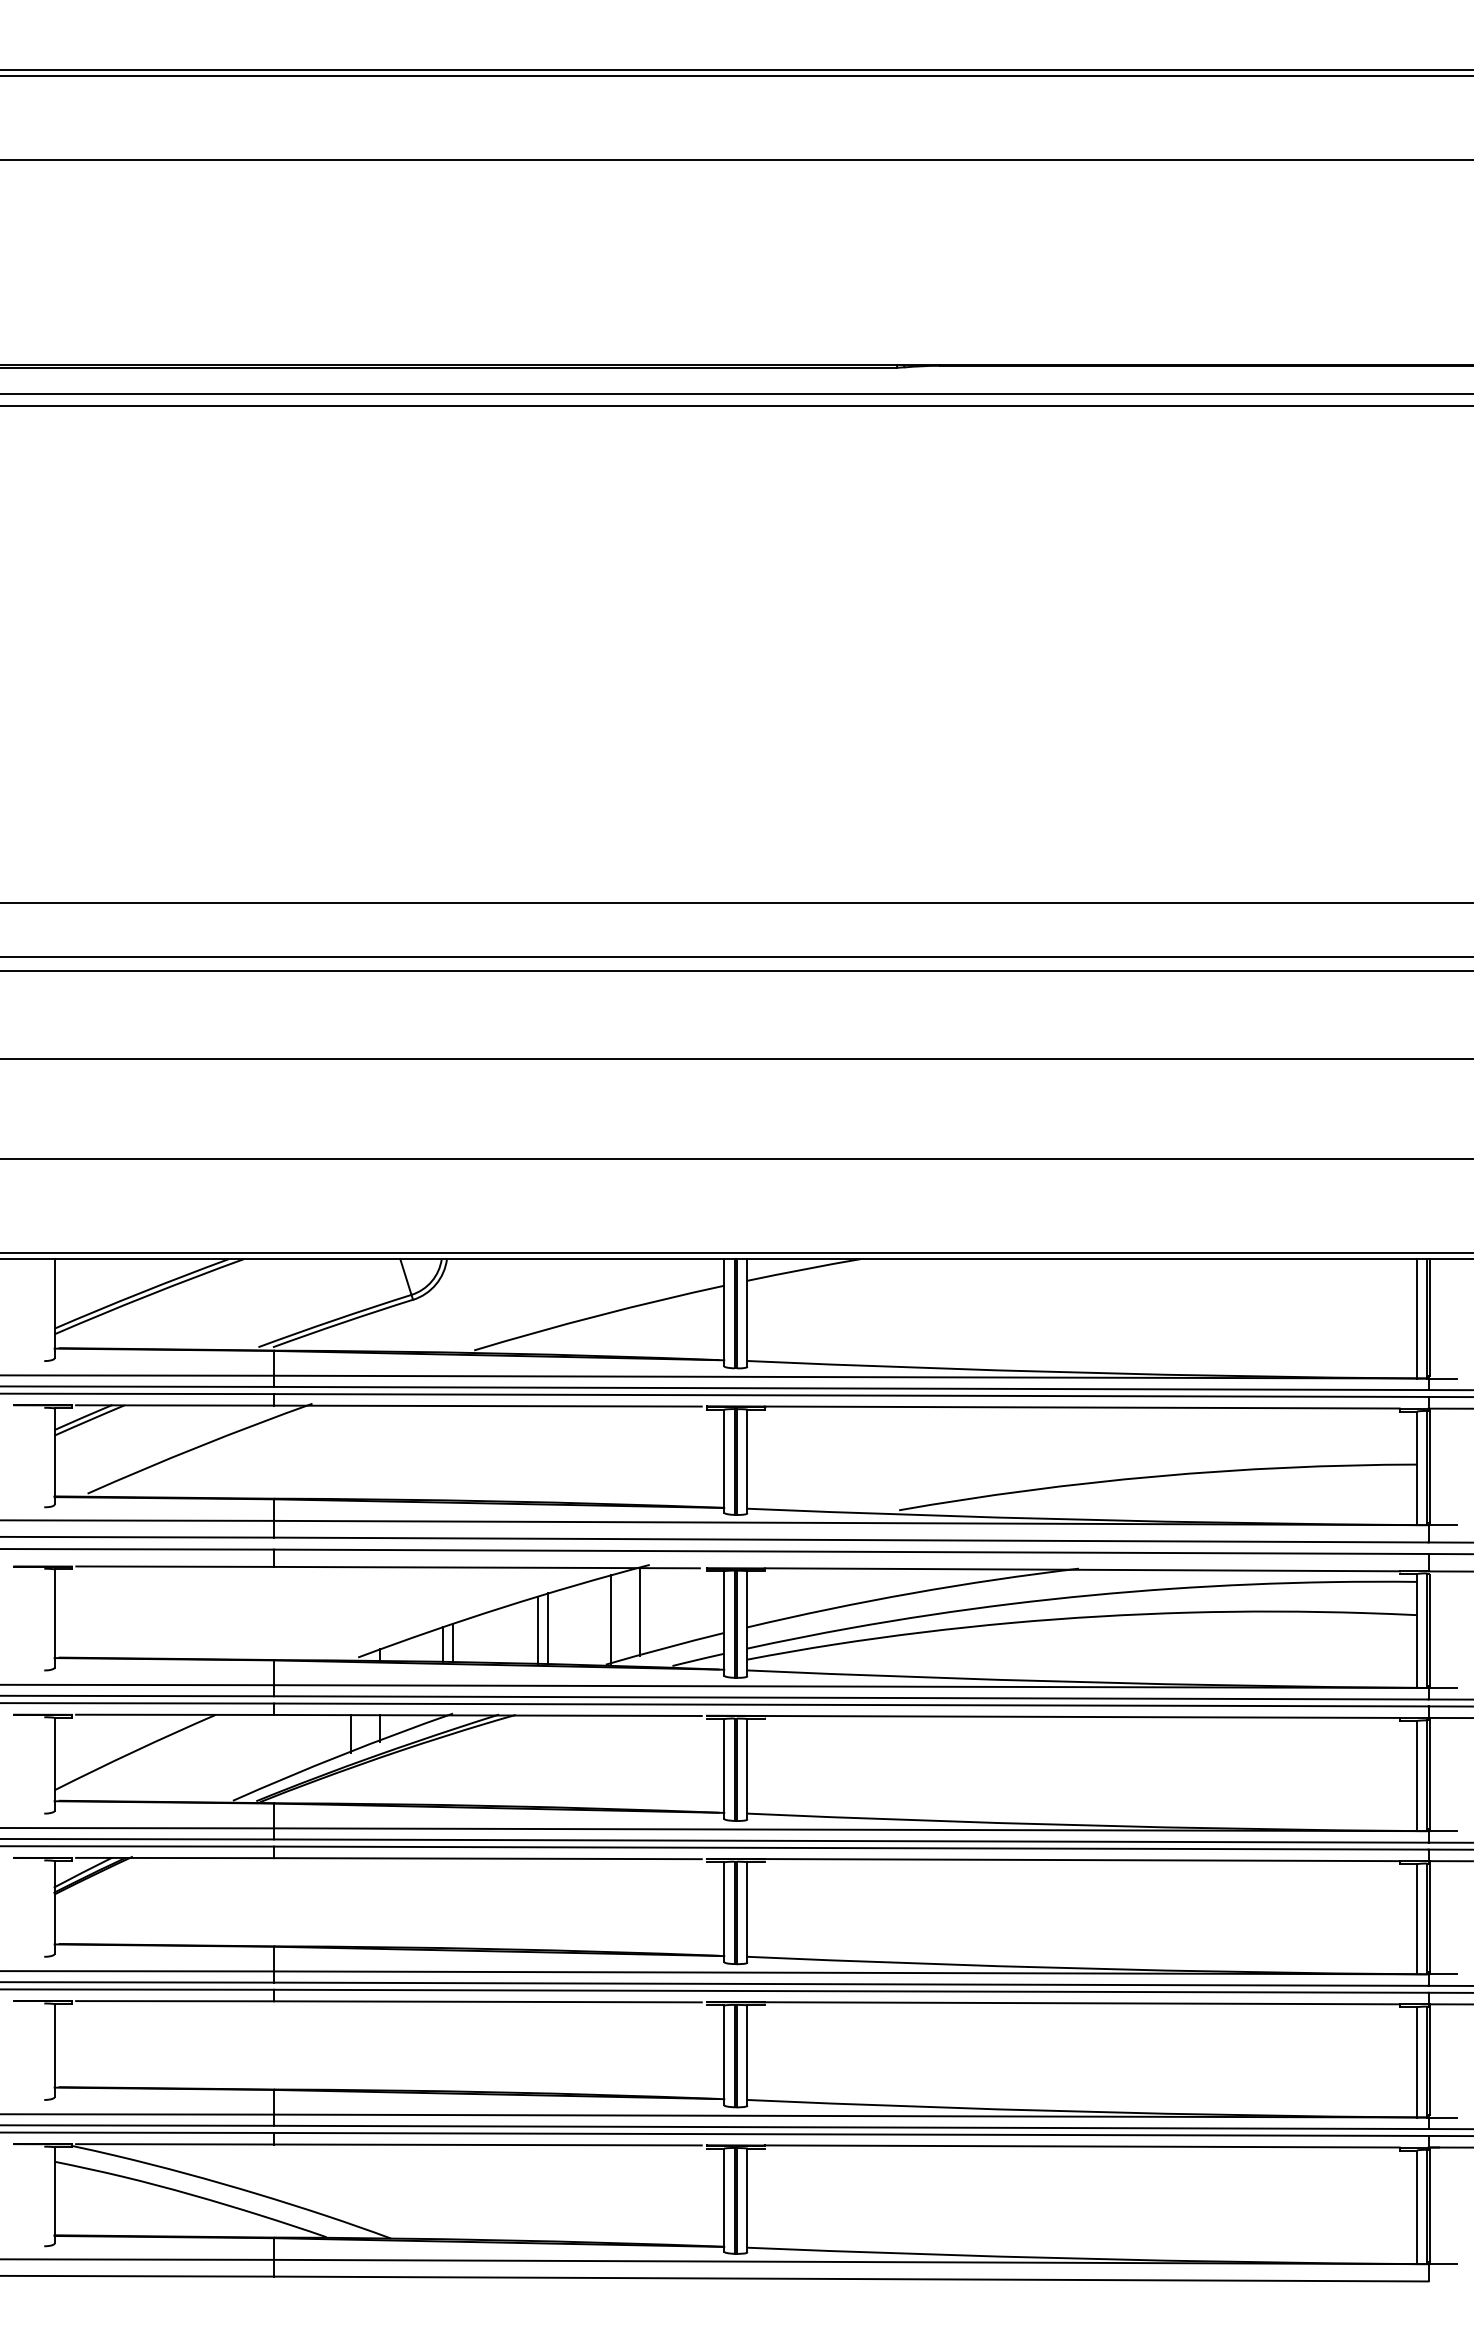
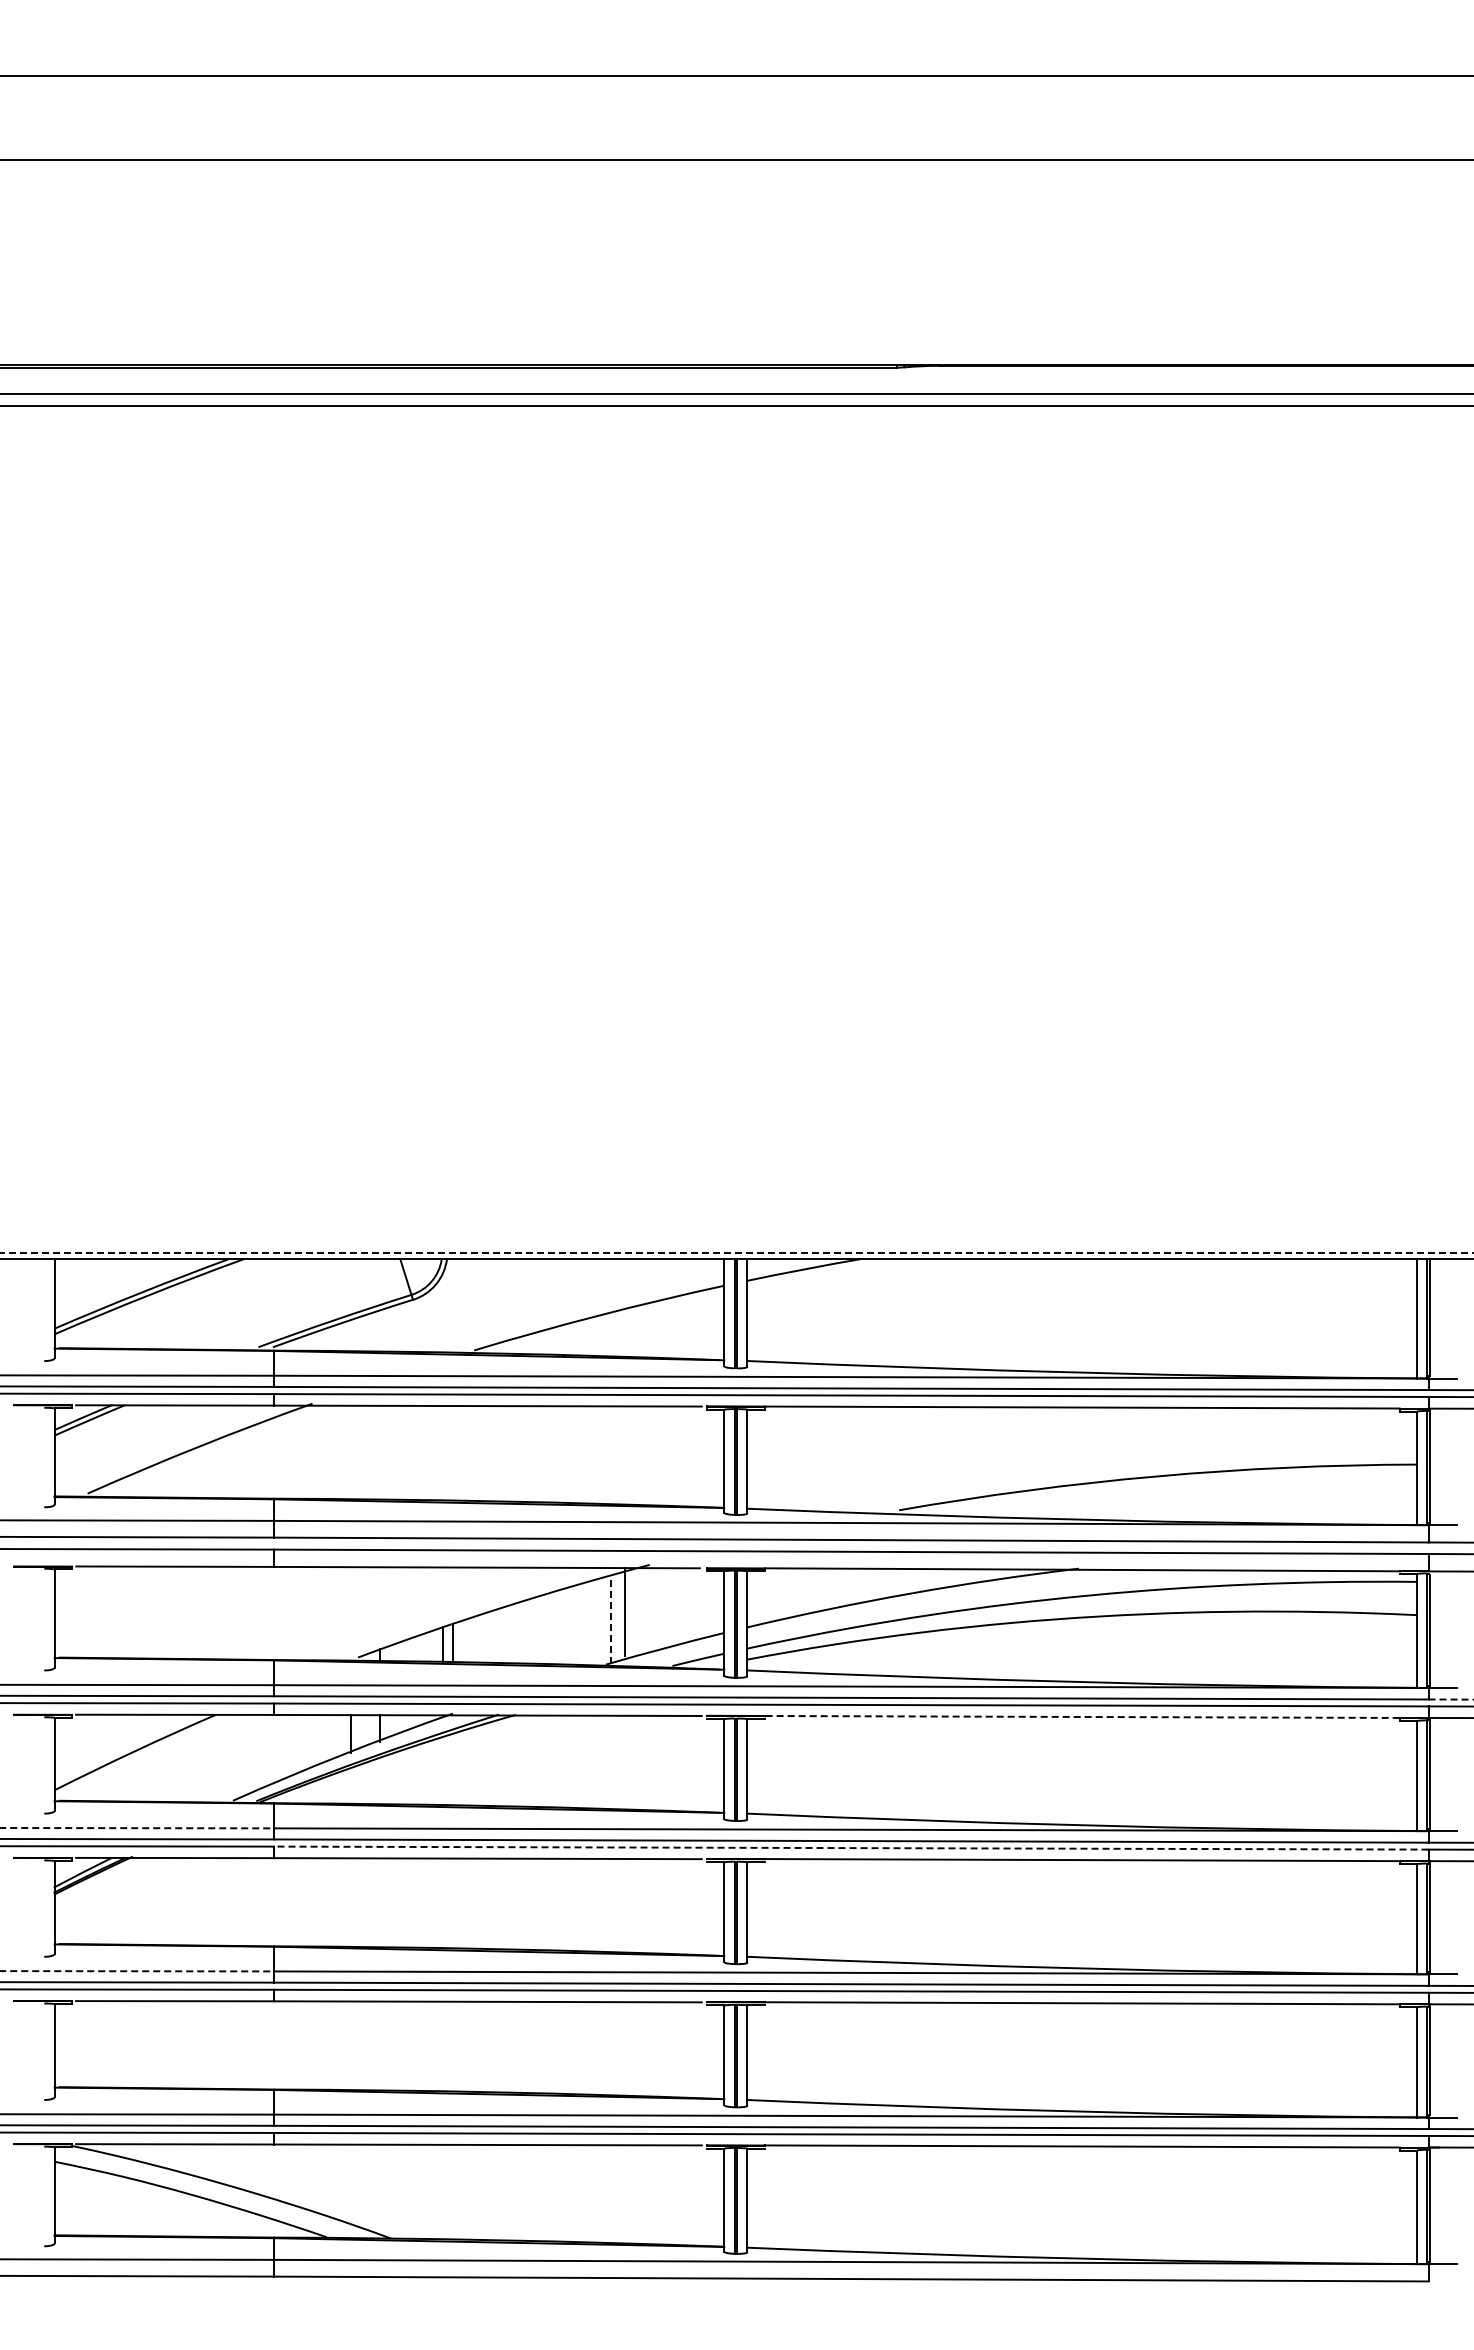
line at (736, 70): present -> none
line at (736, 903): present -> none
line at (736, 957): present -> none
line at (736, 971): present -> none
line at (736, 1059): present -> none
line at (736, 1159): present -> none
line at (736, 1253): solid -> dashed
line at (639, 1612) position: (639, 1612) -> (624, 1612)
line at (610, 1619): solid -> dashed
line at (548, 1628): present -> none
line at (537, 1629): present -> none
line at (1451, 1699): solid -> dashed
line at (1081, 1716): solid -> dashed
line at (137, 1828): solid -> dashed
line at (850, 1848): solid -> dashed
line at (137, 1971): solid -> dashed
